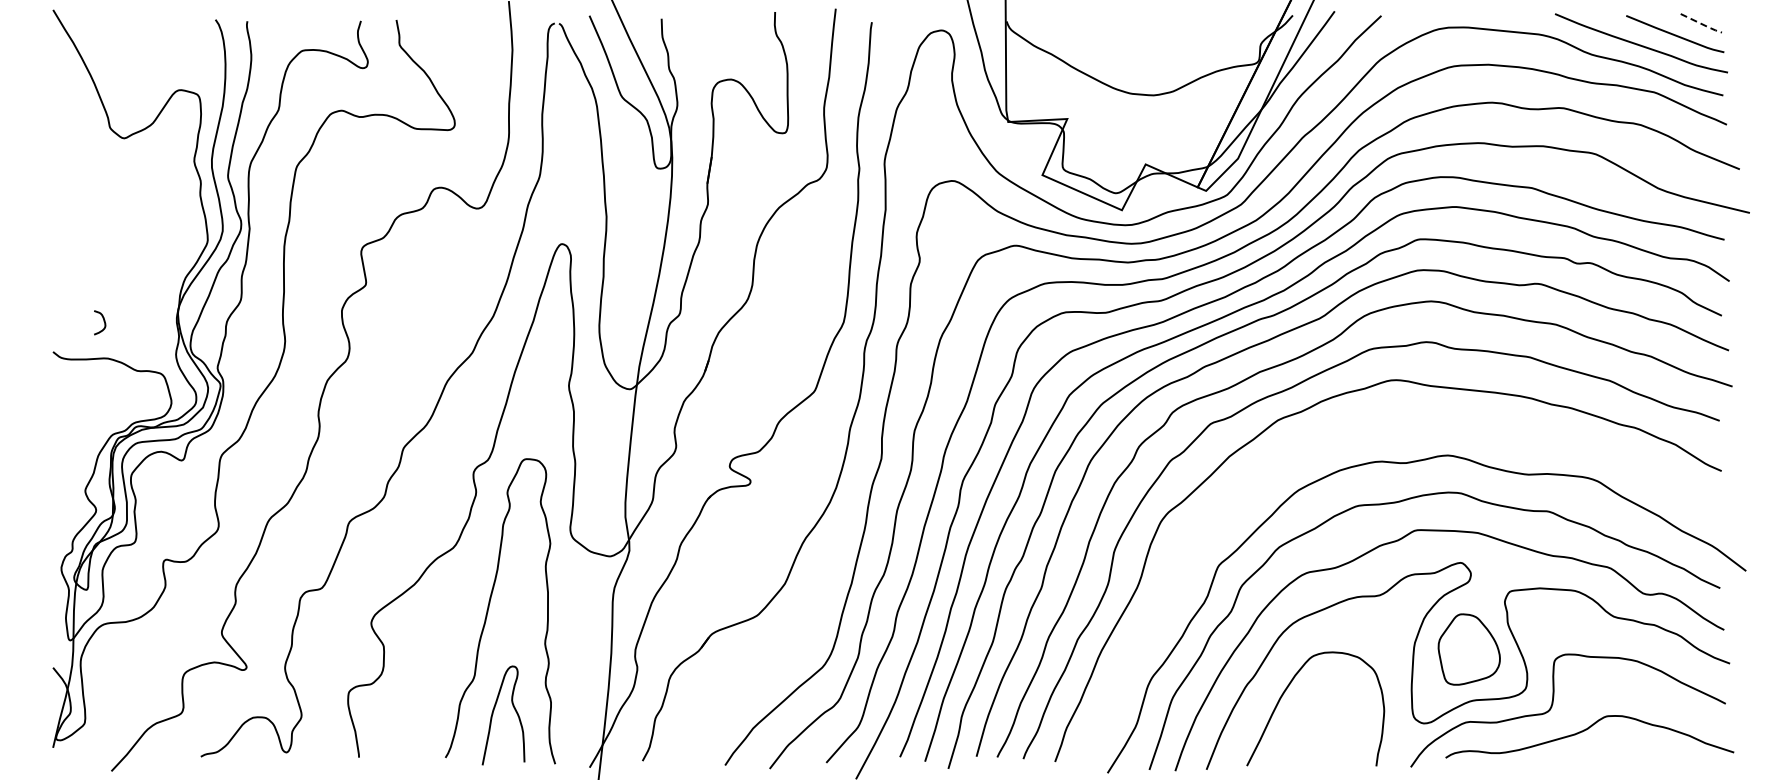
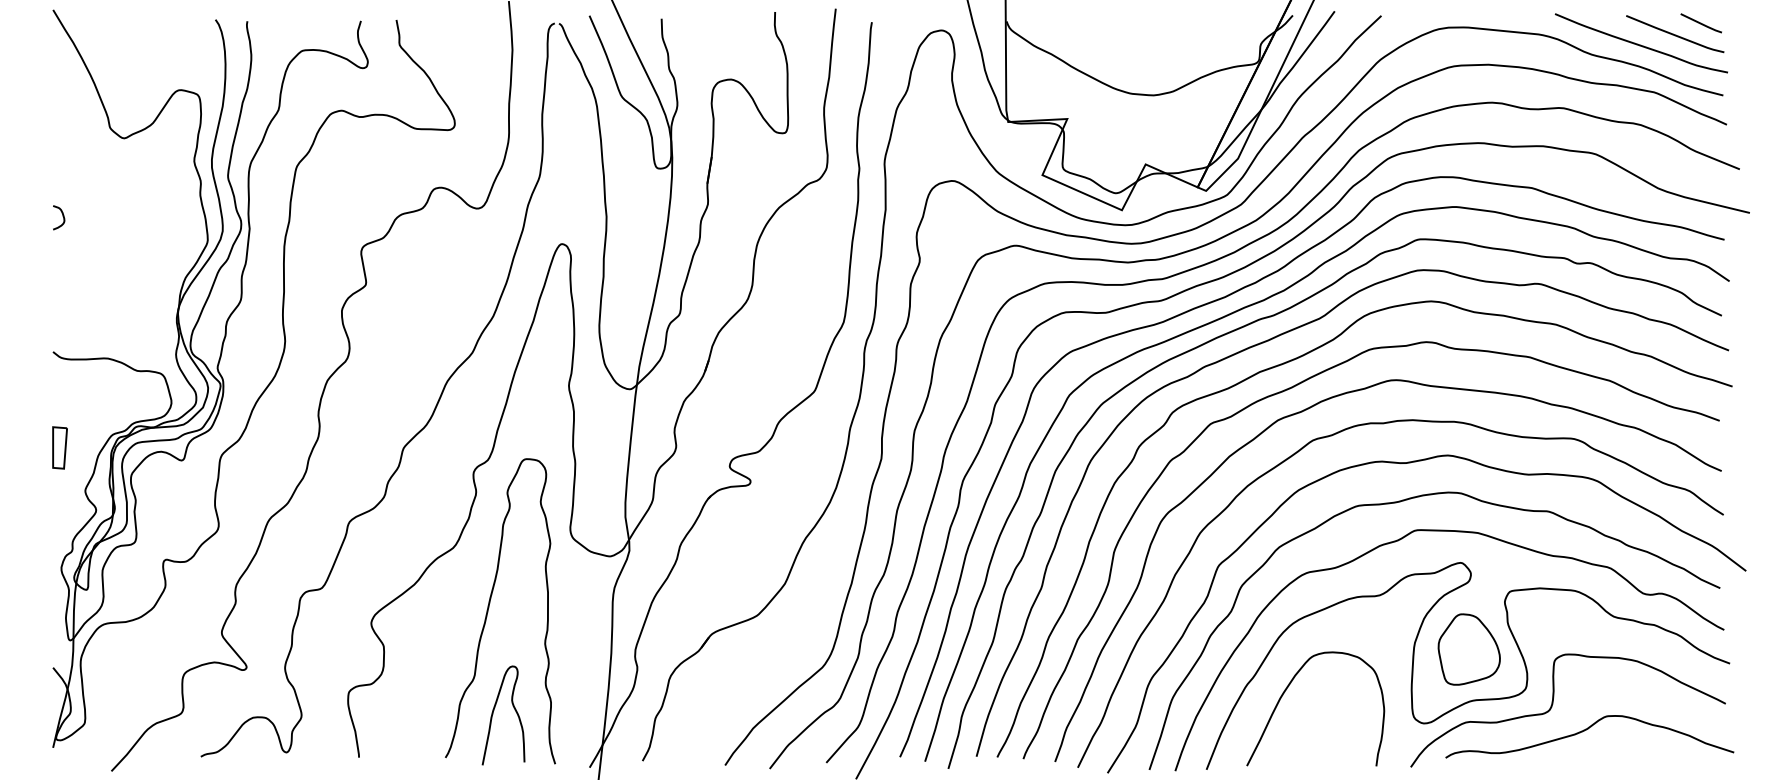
line at (1702, 24): dashed -> solid
curve at (103, 321) position: (103, 321) -> (62, 216)
curve at (1384, 424): none -> present
part at (59, 447): none -> present
